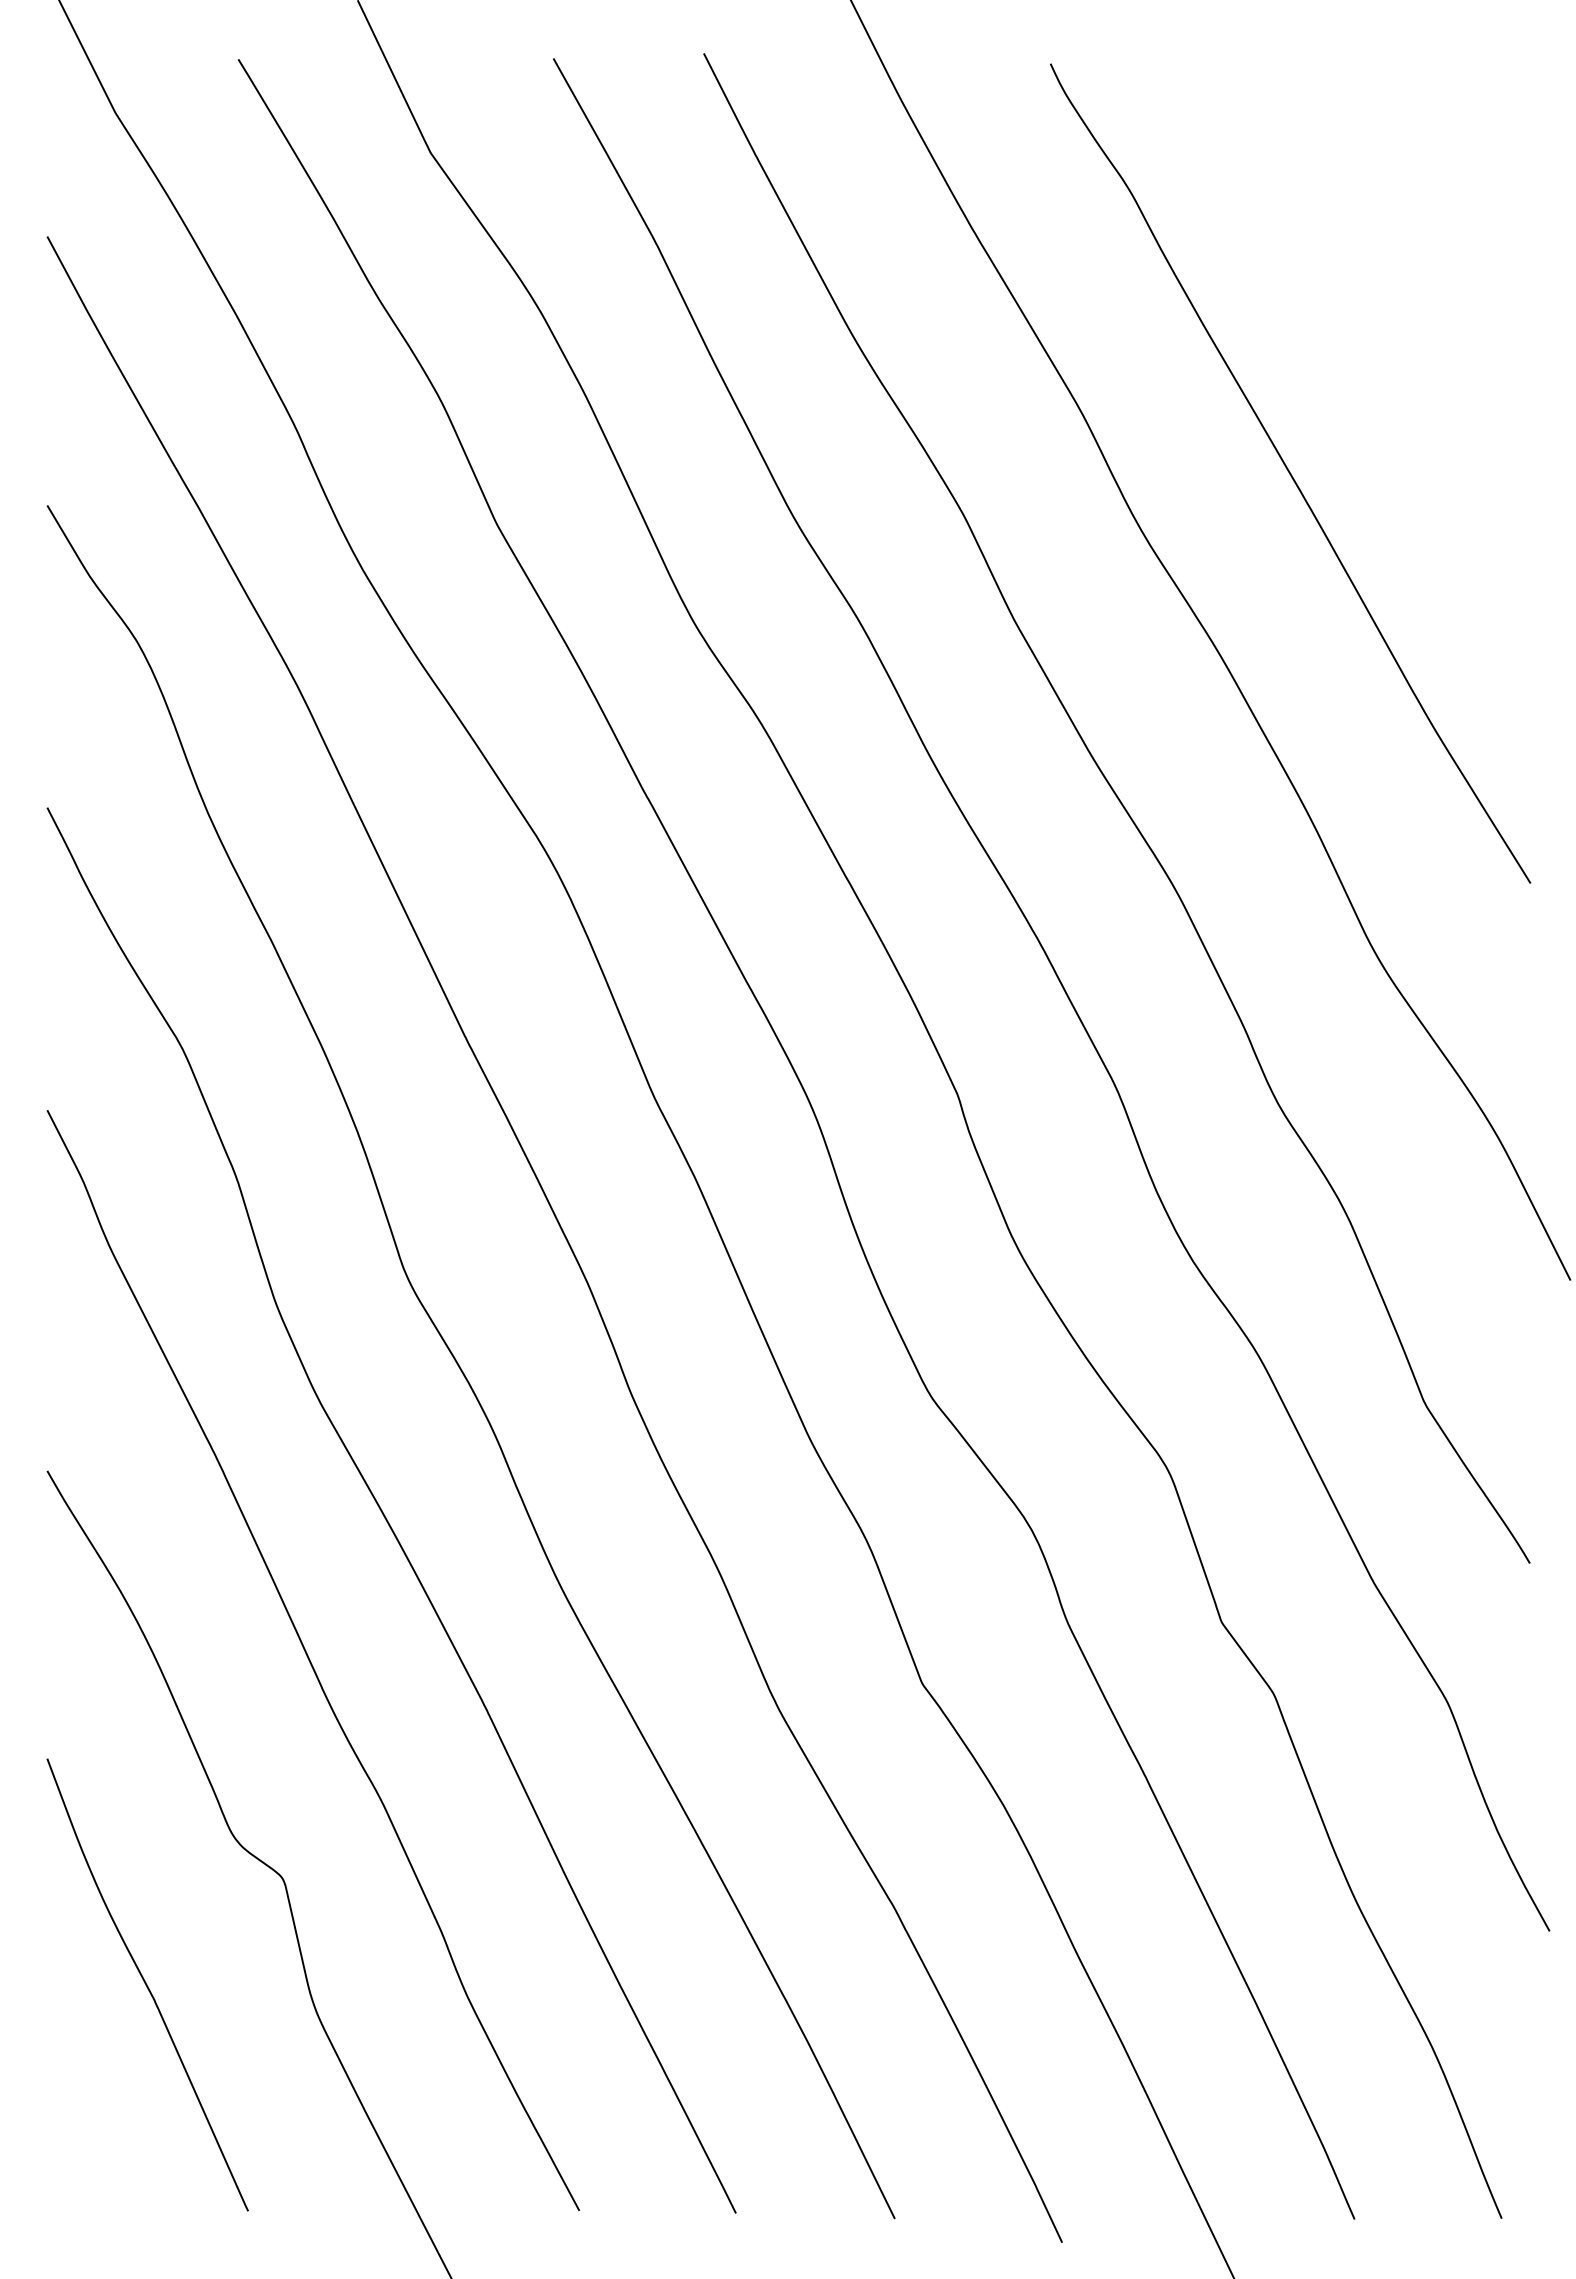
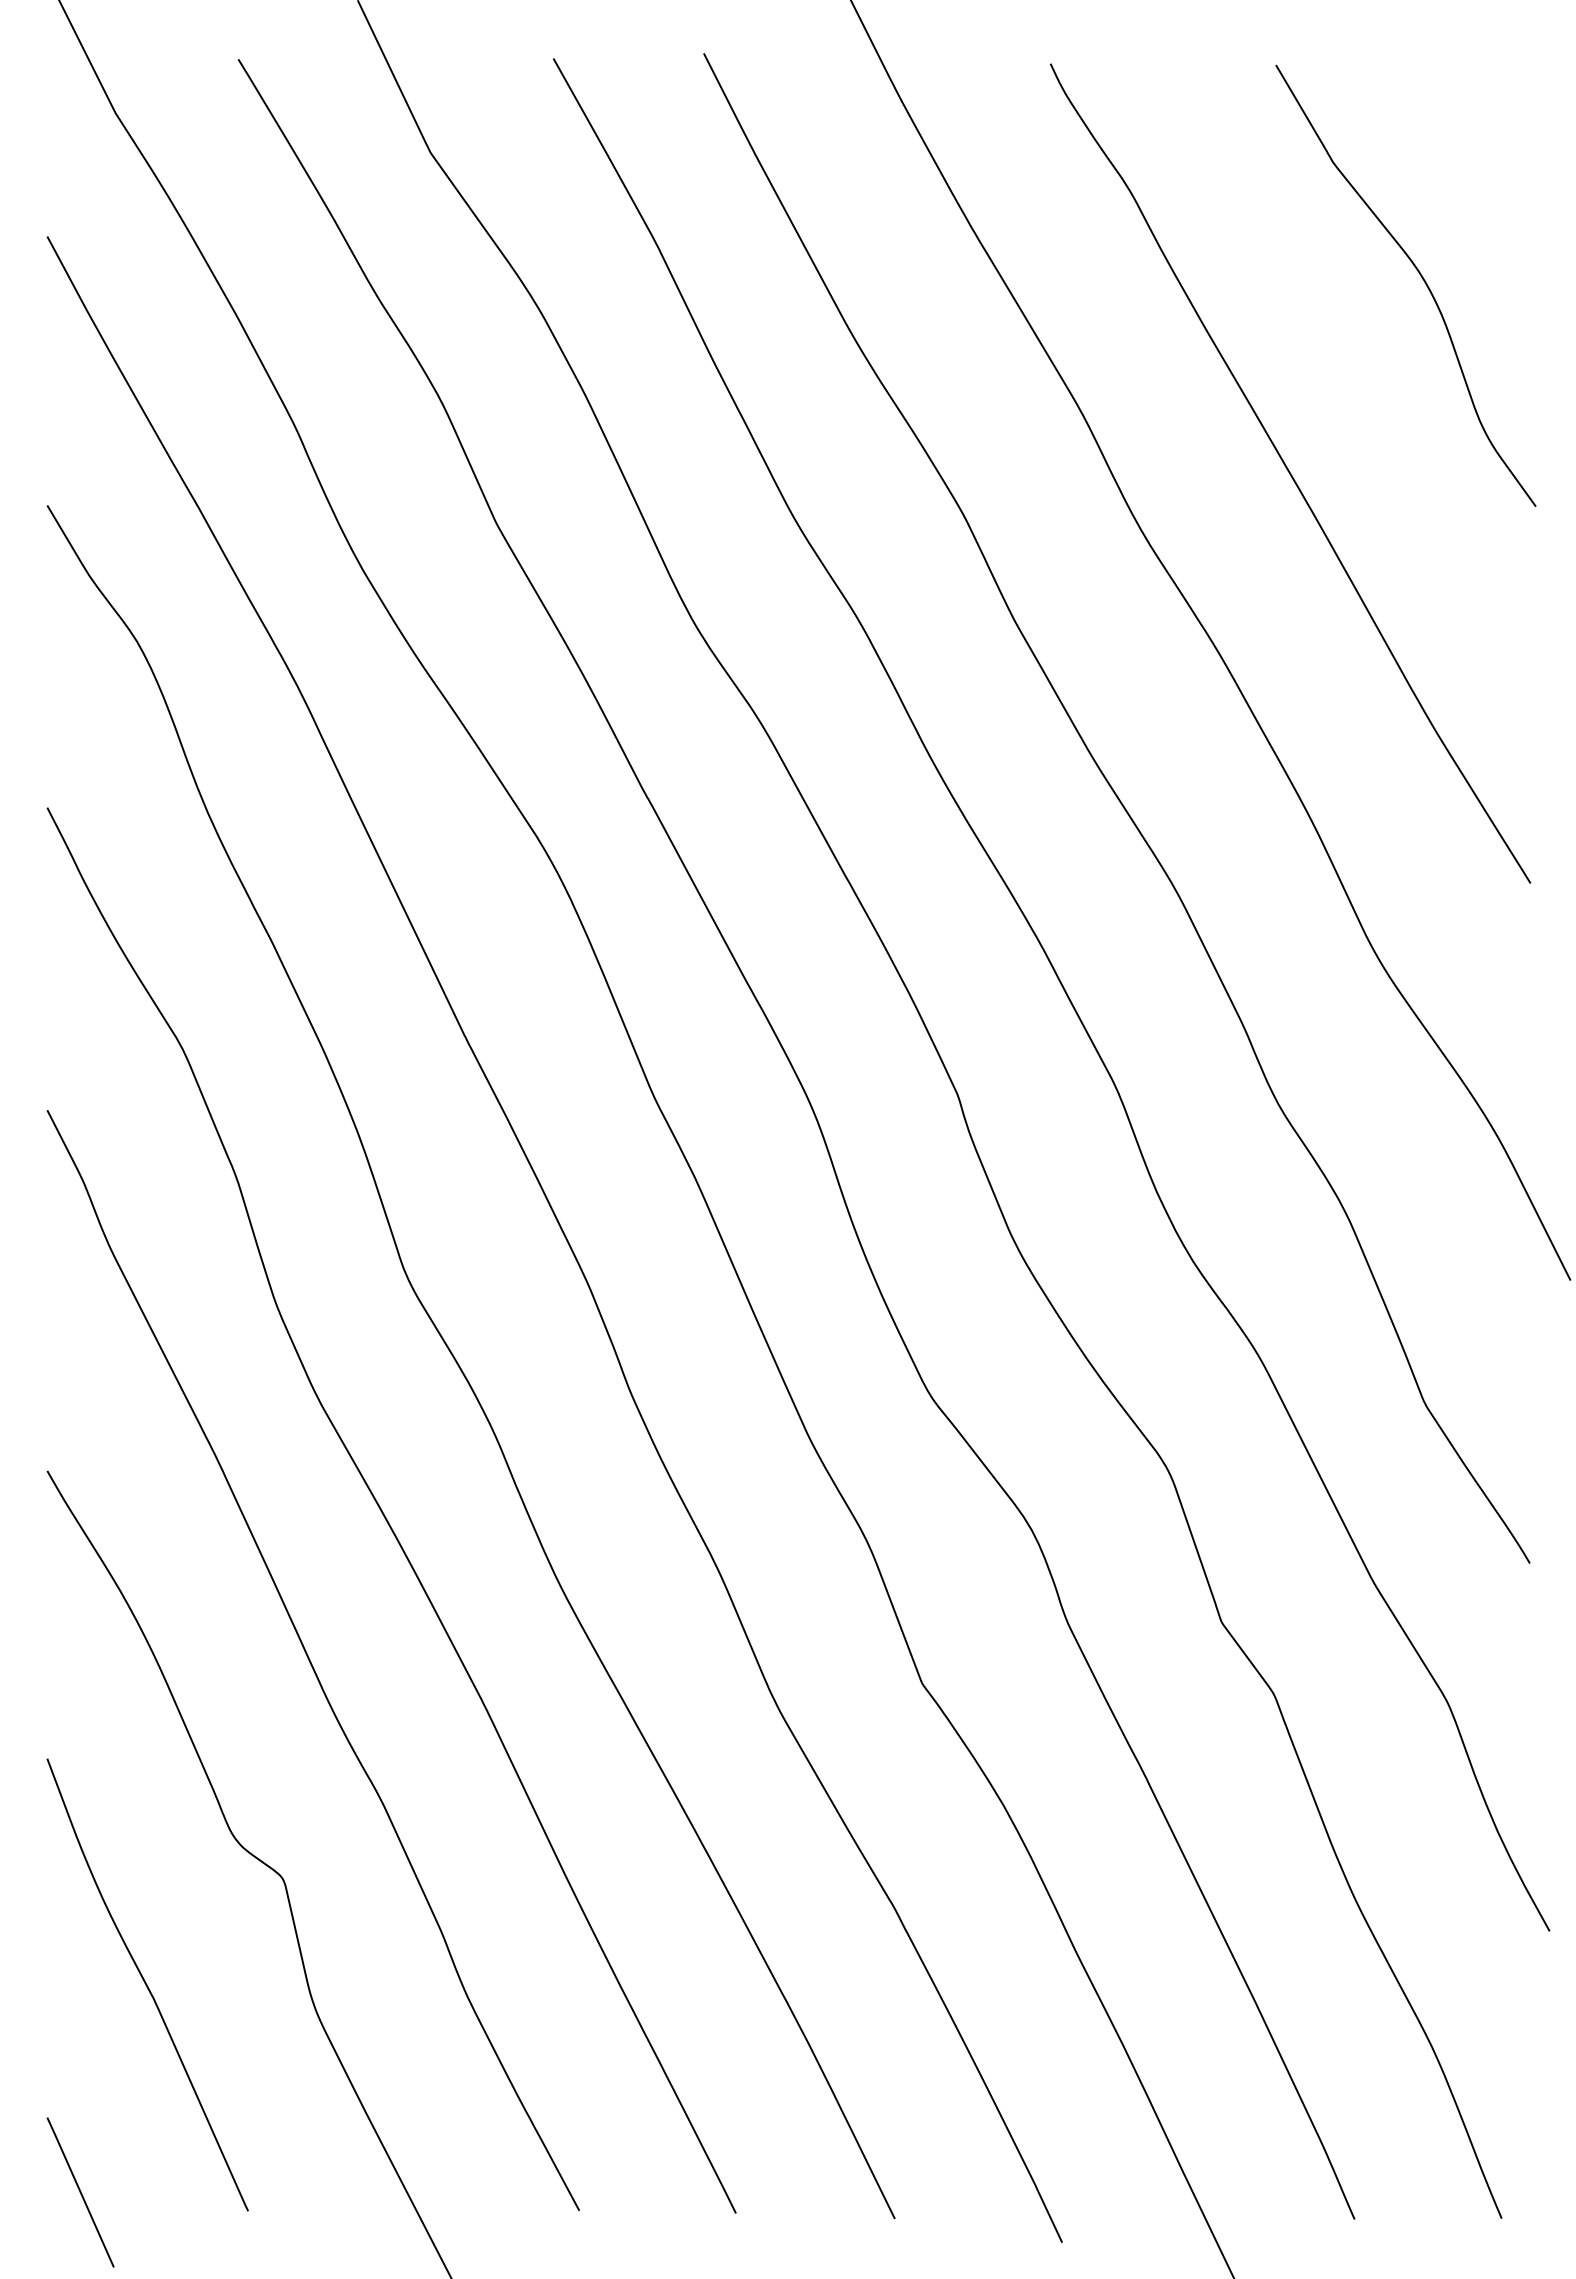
curve at (1420, 276): none -> present
line at (80, 2192): none -> present
